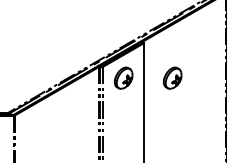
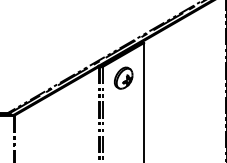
part at (172, 77): present -> none
